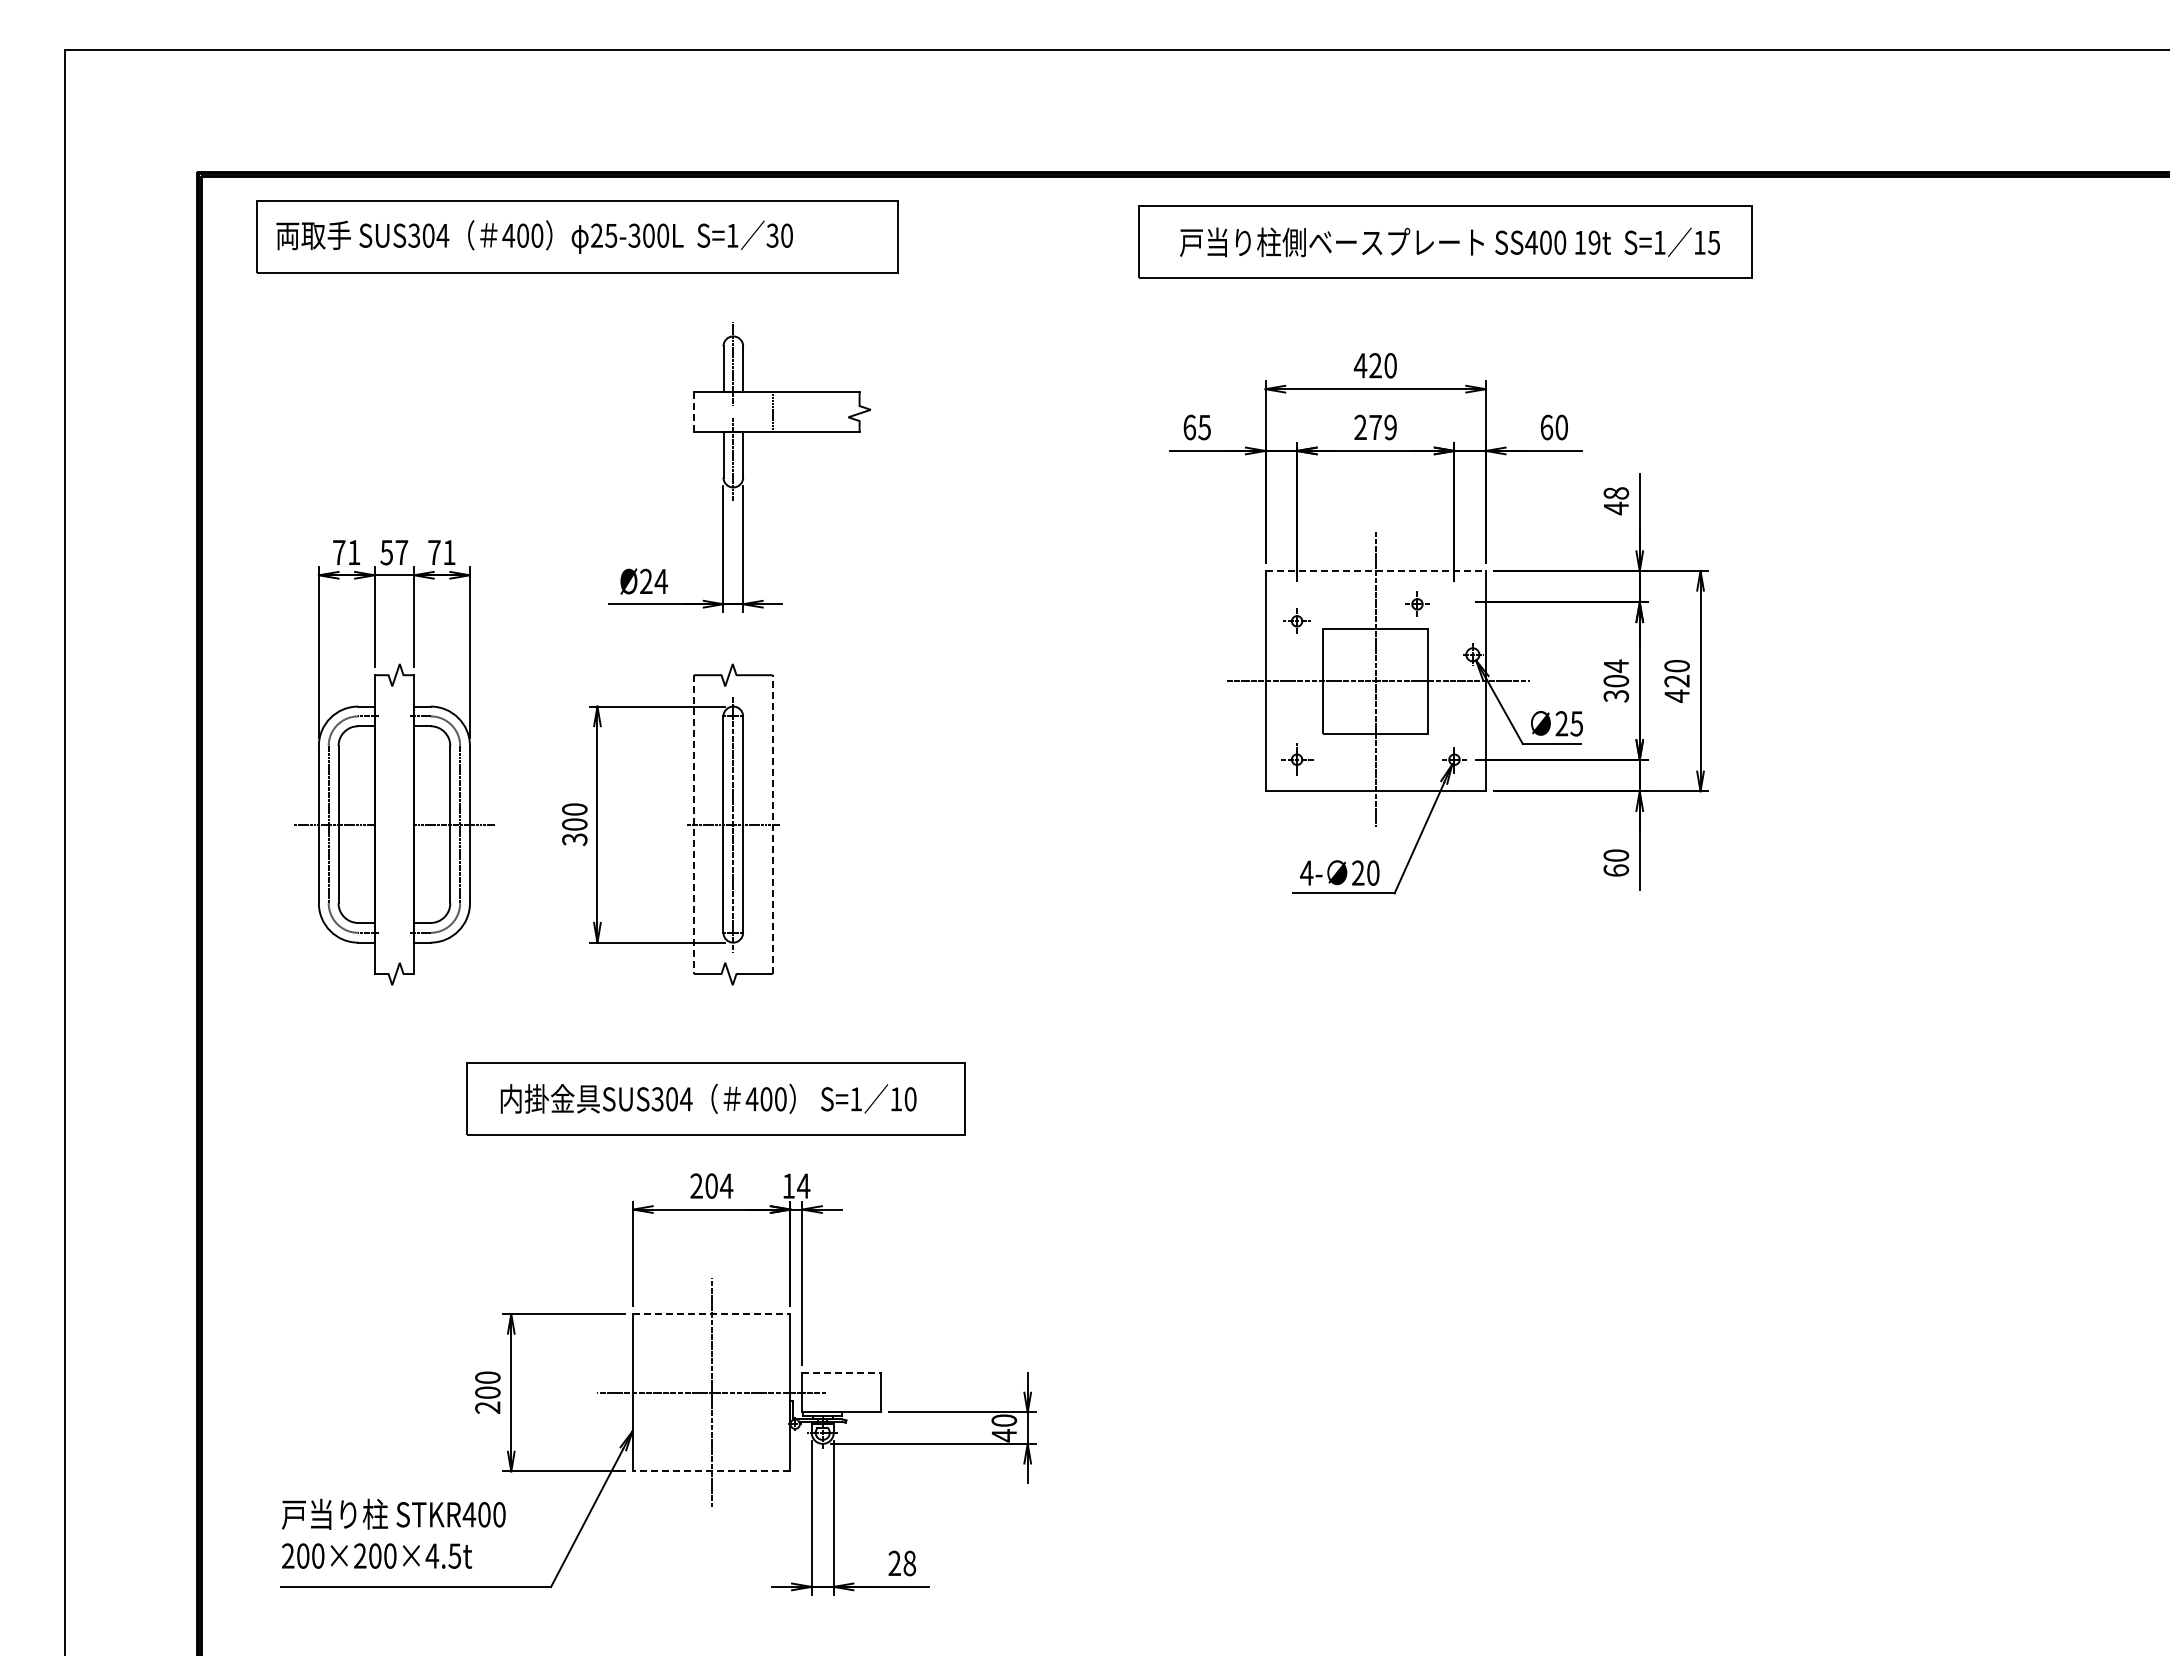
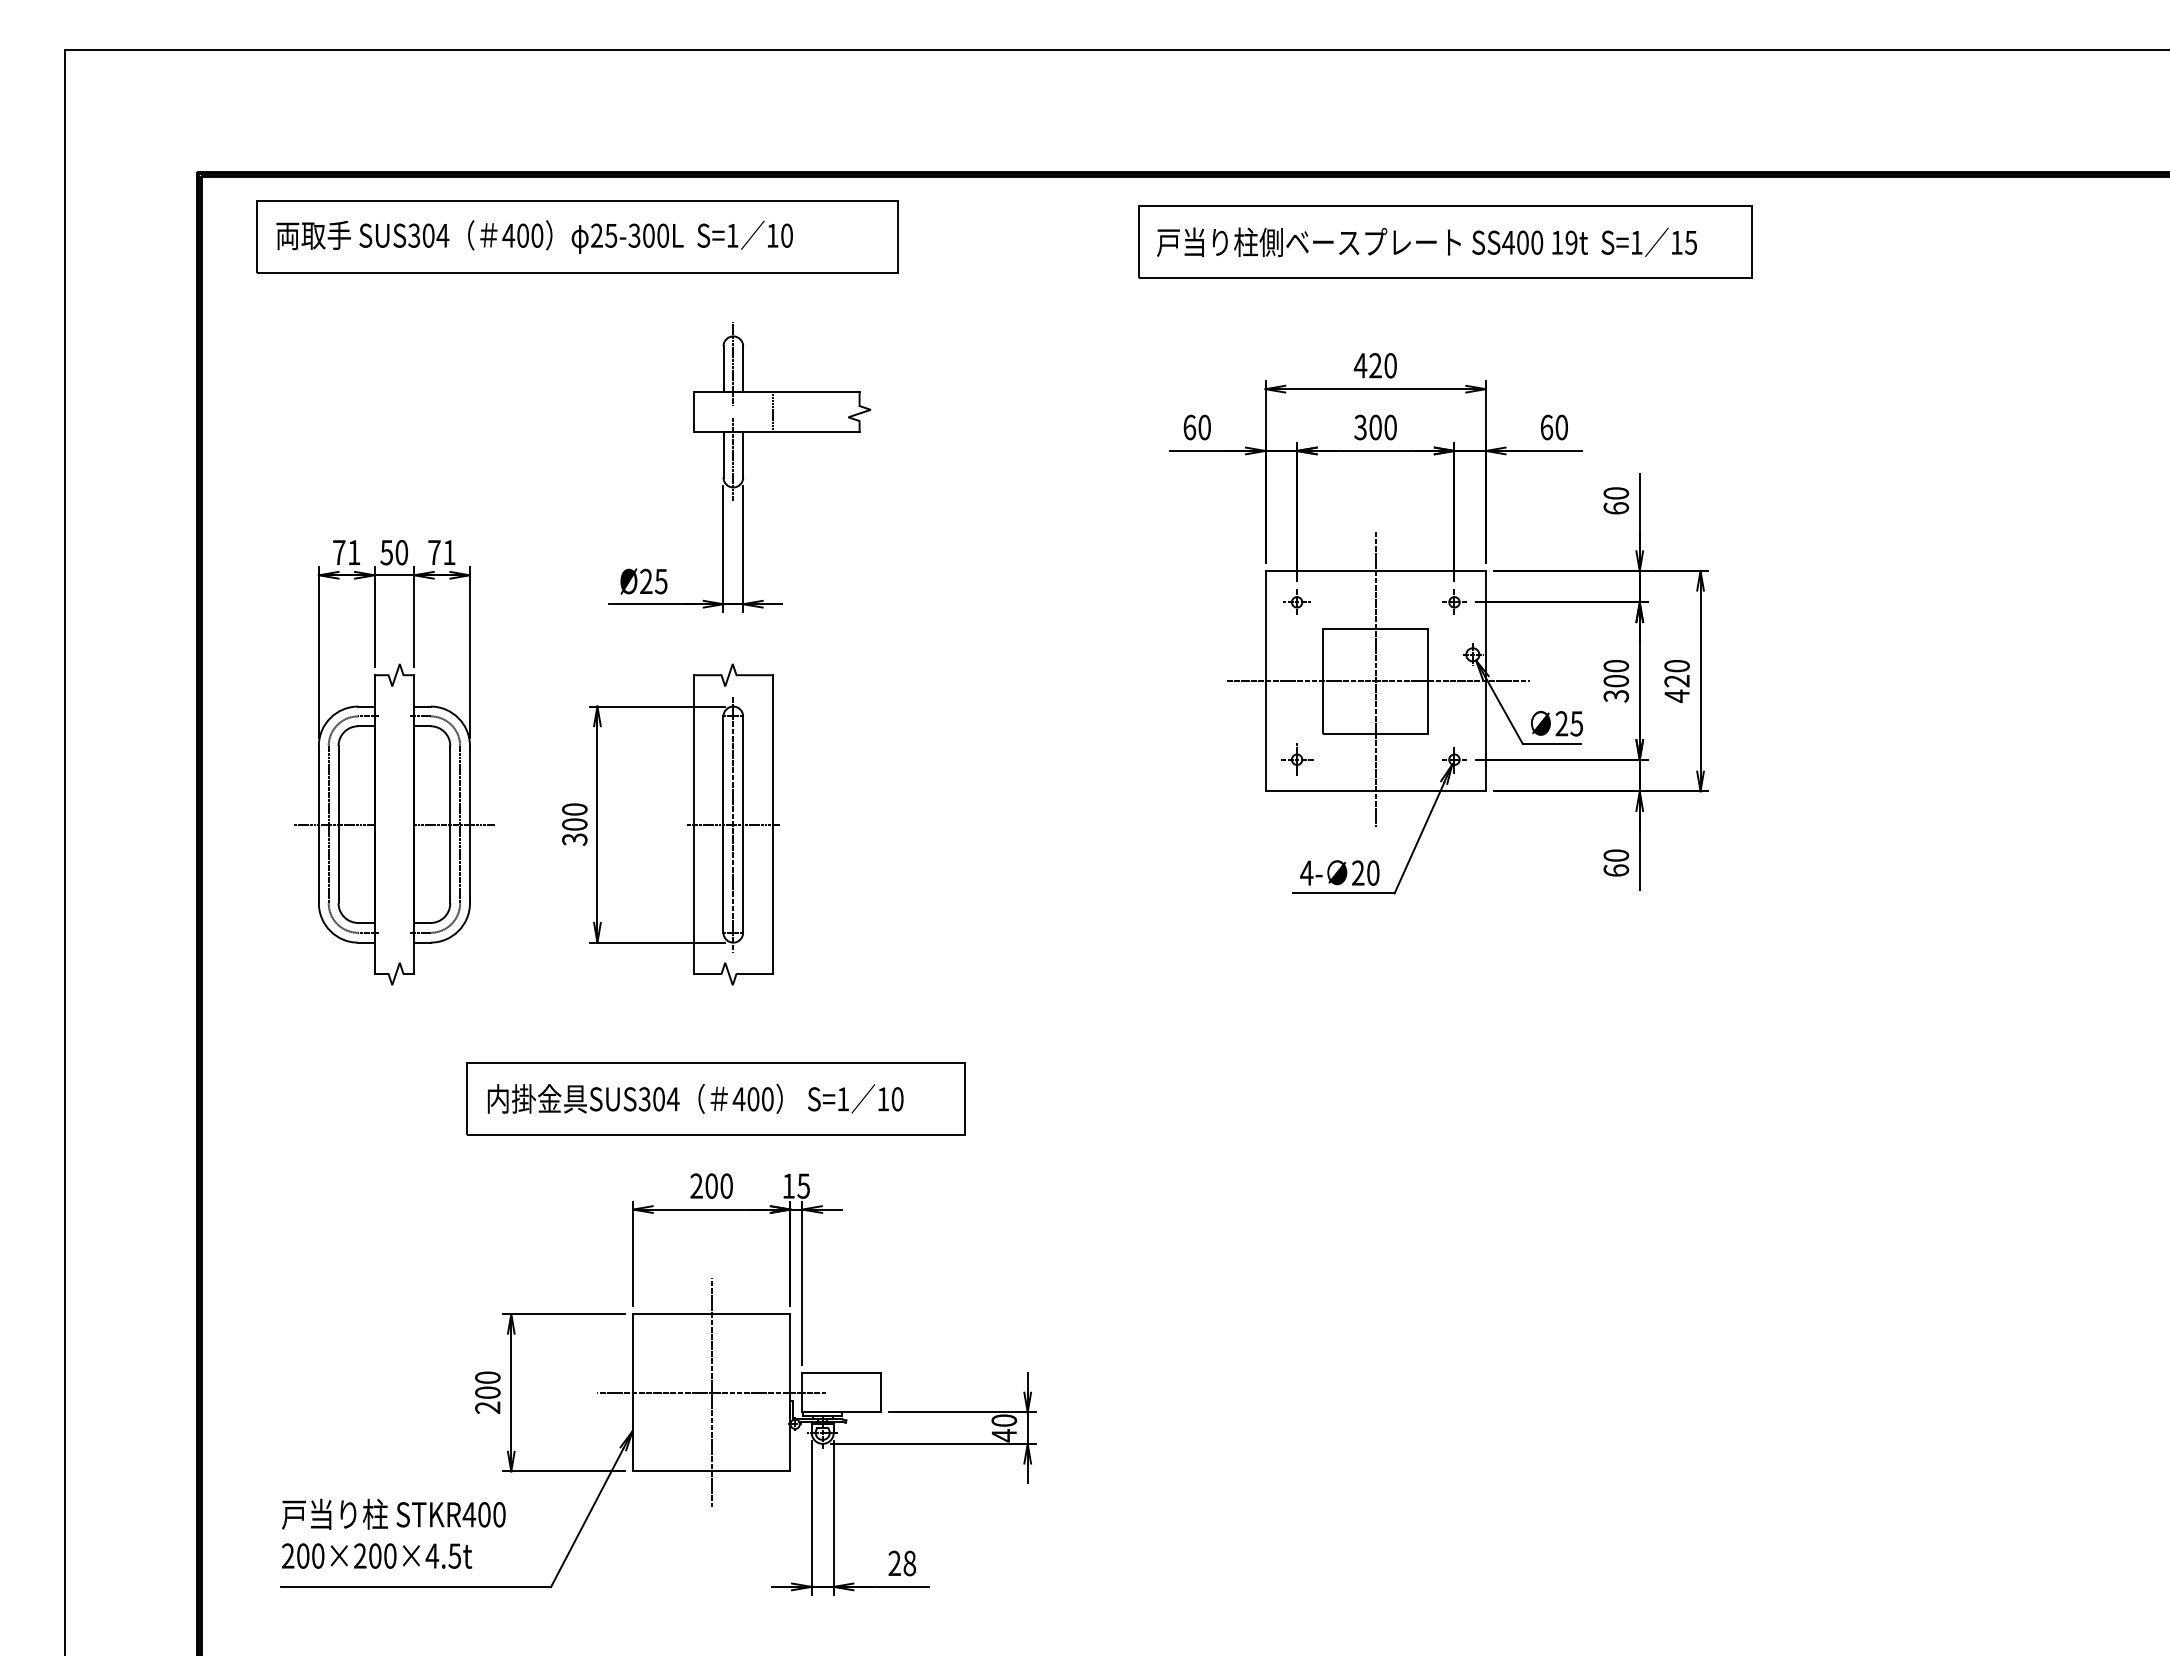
text at (772, 235): 30 -> 10
text at (1449, 242) position: (1449, 242) -> (1426, 242)
line at (693, 411): dashed -> solid
text at (1204, 427): 65 -> 60
text at (1375, 427): 279 -> 300
text at (1616, 501): 48 -> 60
text at (401, 552): 57 -> 50
line at (1376, 570): dashed -> solid
text at (661, 581): Ø24 -> Ø25
part at (1417, 603) position: (1417, 603) -> (1454, 601)
part at (1296, 620) position: (1296, 620) -> (1296, 601)
text at (1616, 665): 304 -> 300
line at (772, 824): dashed -> solid
line at (693, 825): dashed -> solid
text at (708, 1098) position: (708, 1098) -> (695, 1098)
text at (726, 1185): 204 -> 200
text at (803, 1185): 14 -> 15
line at (711, 1314): dashed -> solid
line at (842, 1373): dashed -> solid
line at (711, 1471): dashed -> solid
